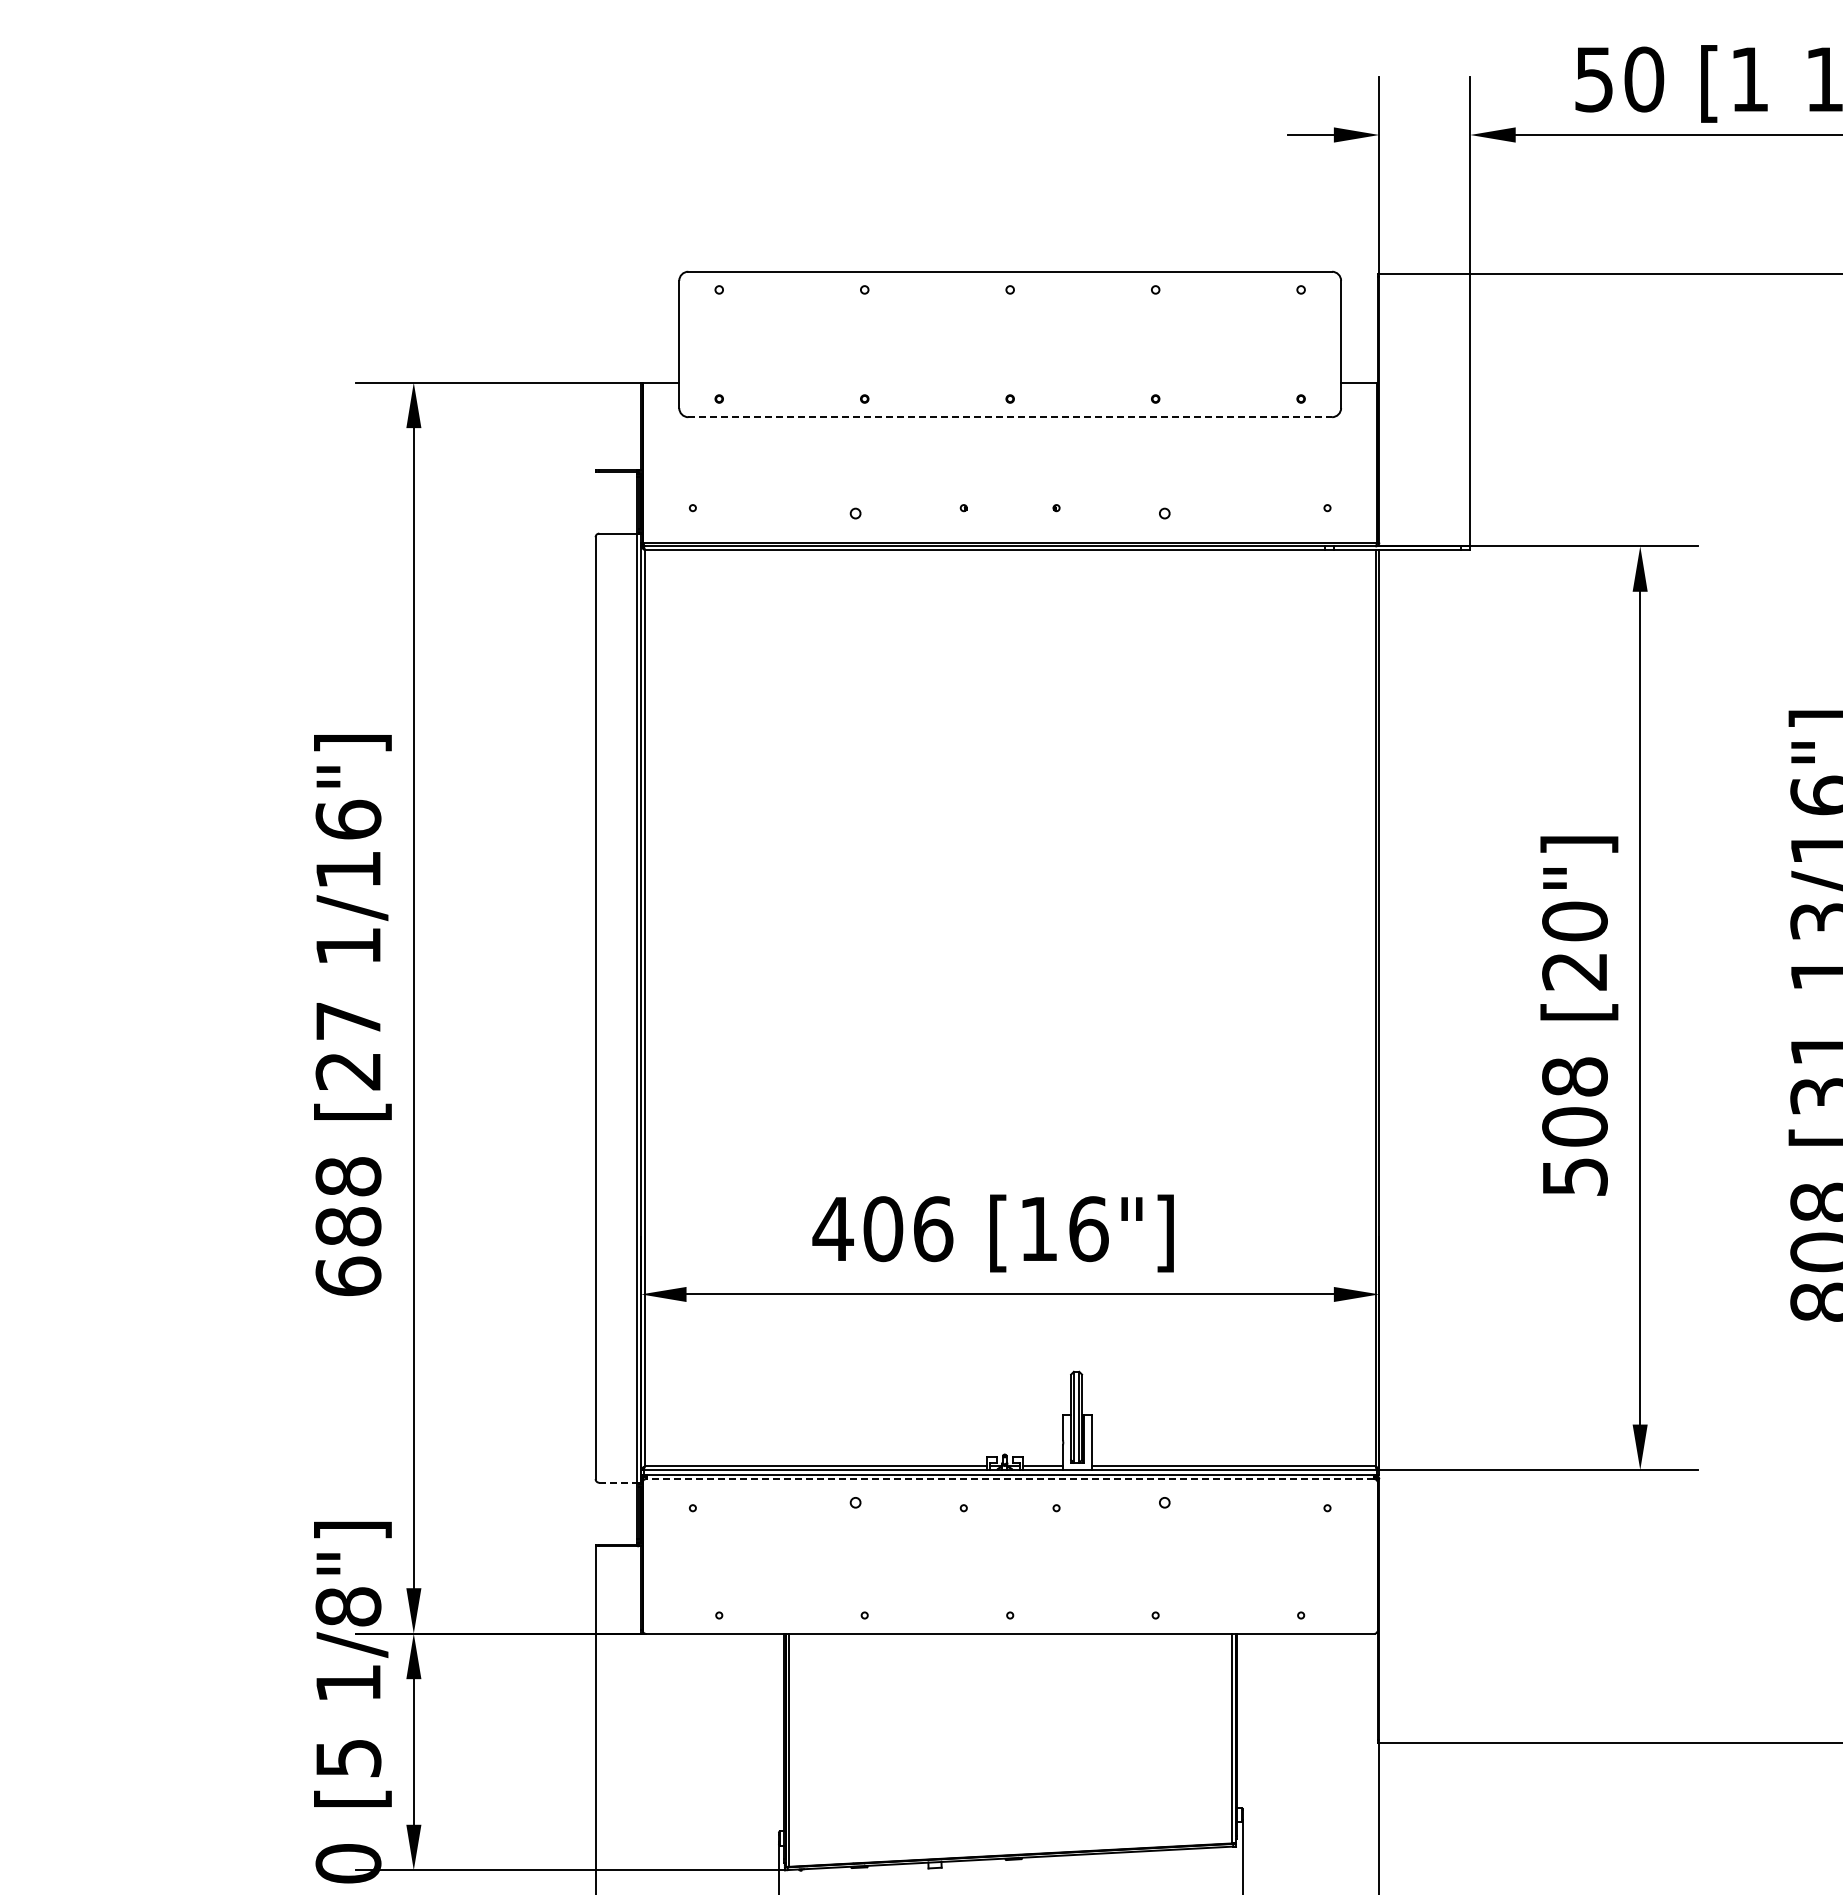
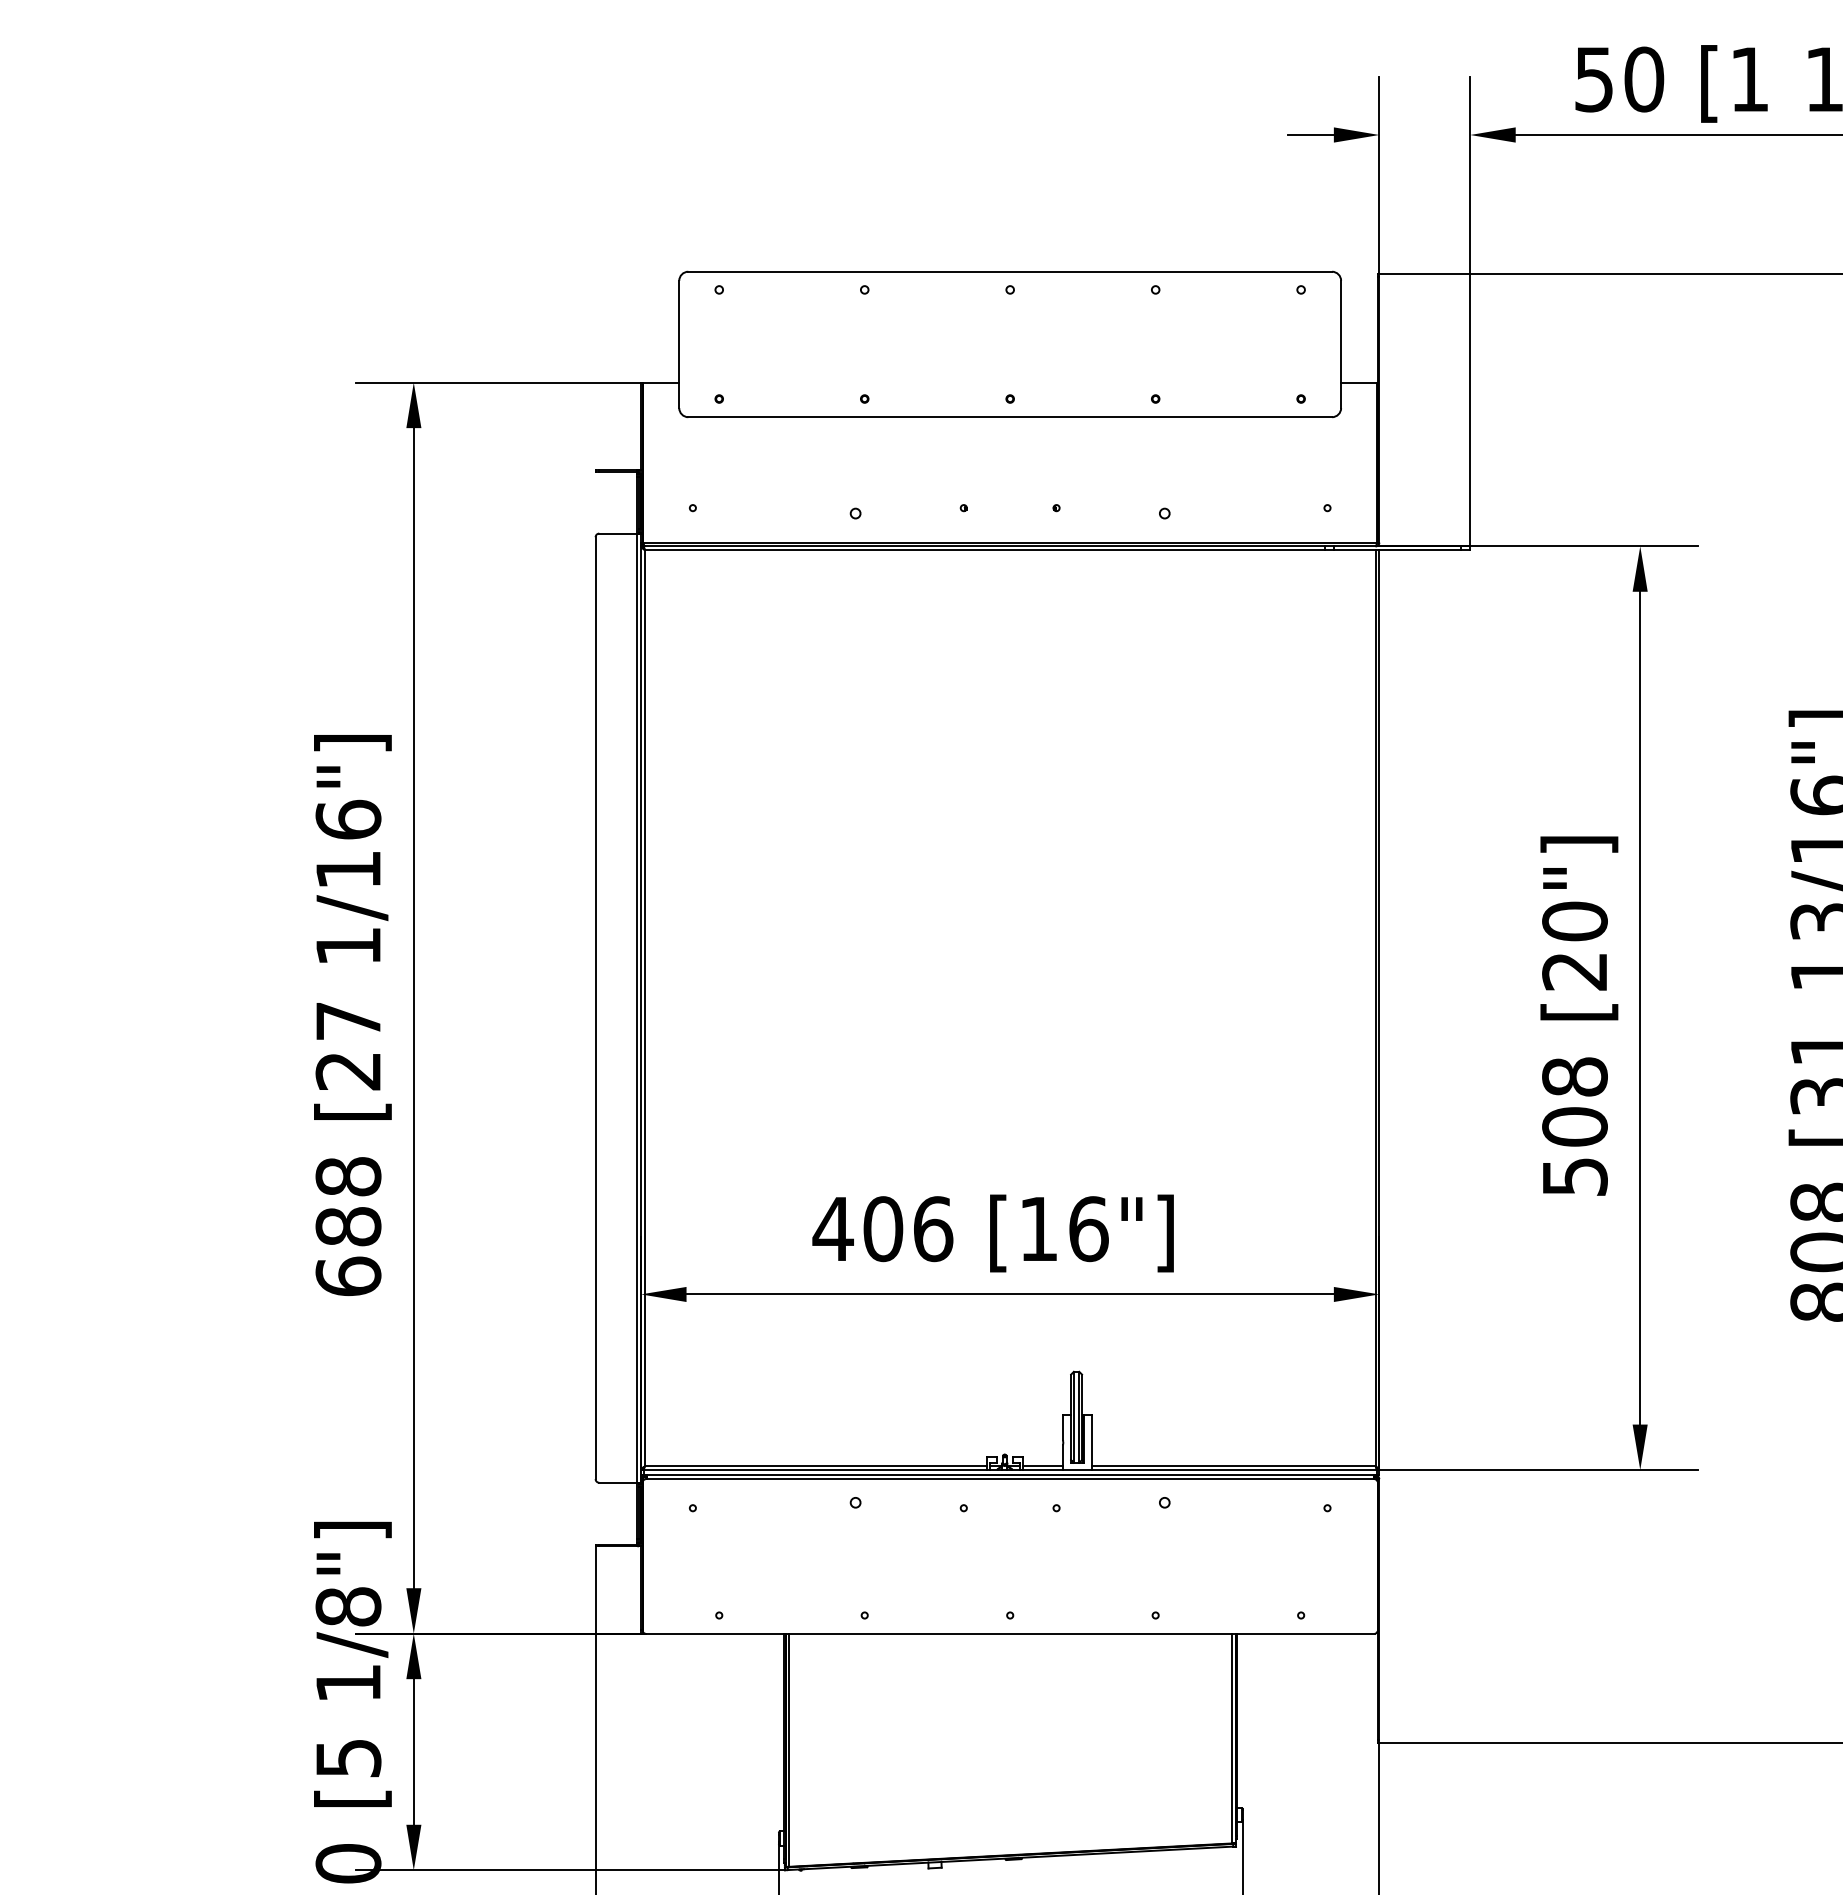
line at (1010, 417): dashed -> solid
line at (1010, 1479): dashed -> solid
line at (618, 1482): dashed -> solid
